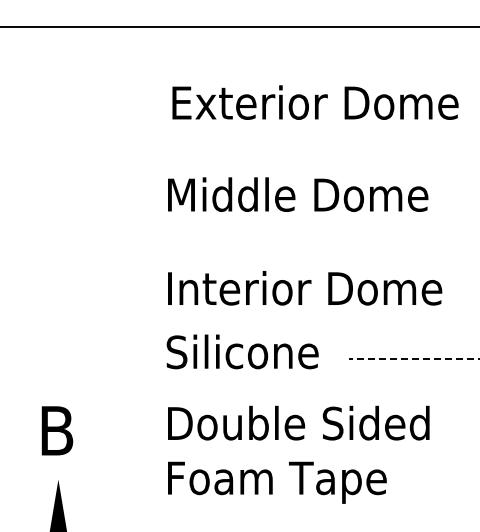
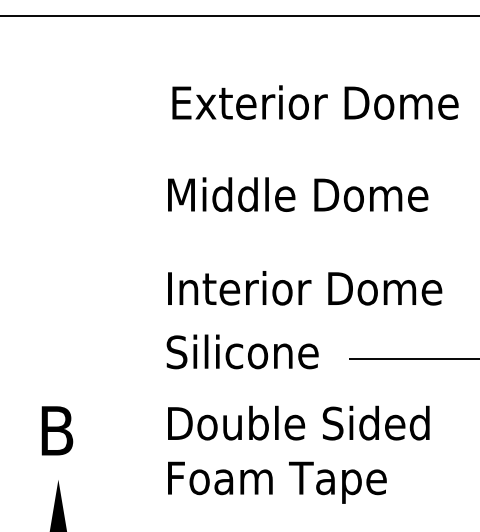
line at (239, 26) position: (239, 26) -> (239, 15)
line at (413, 359): dashed -> solid
